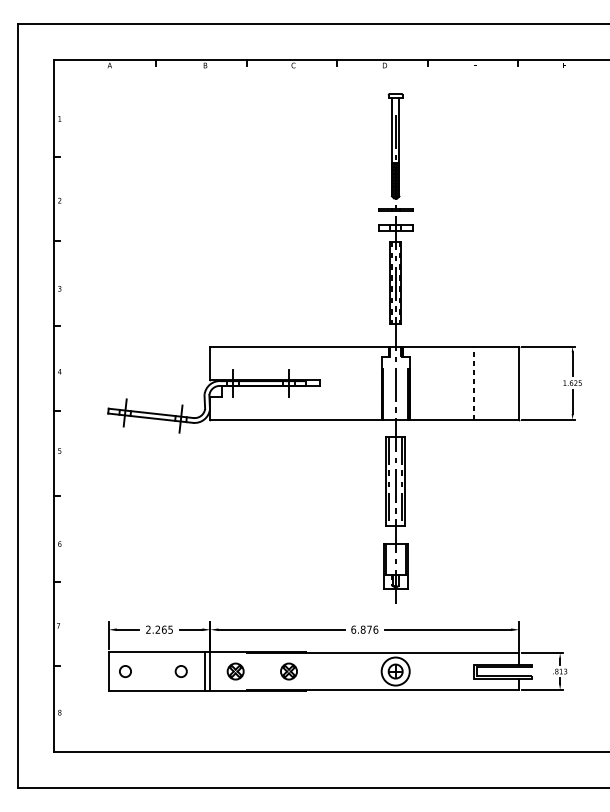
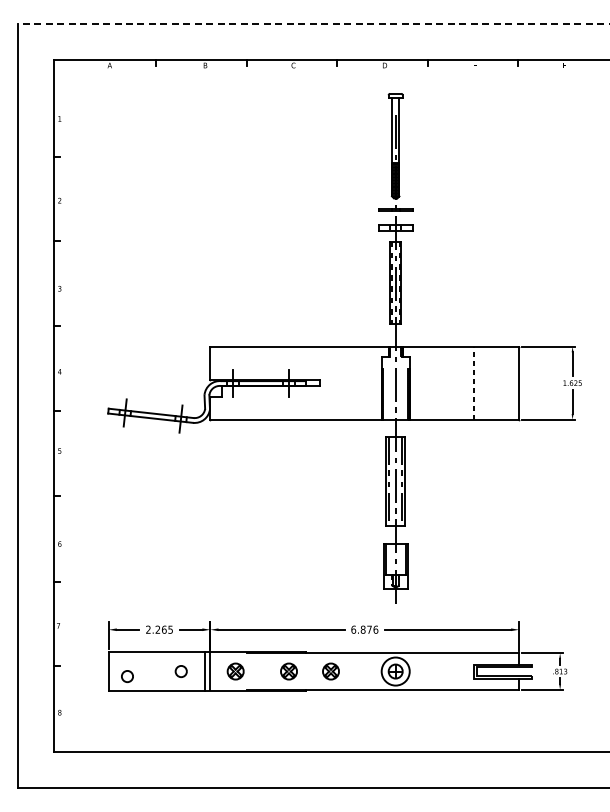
line at (313, 24): solid -> dashed
circle at (125, 671) position: (125, 671) -> (127, 676)
part at (330, 671): none -> present
